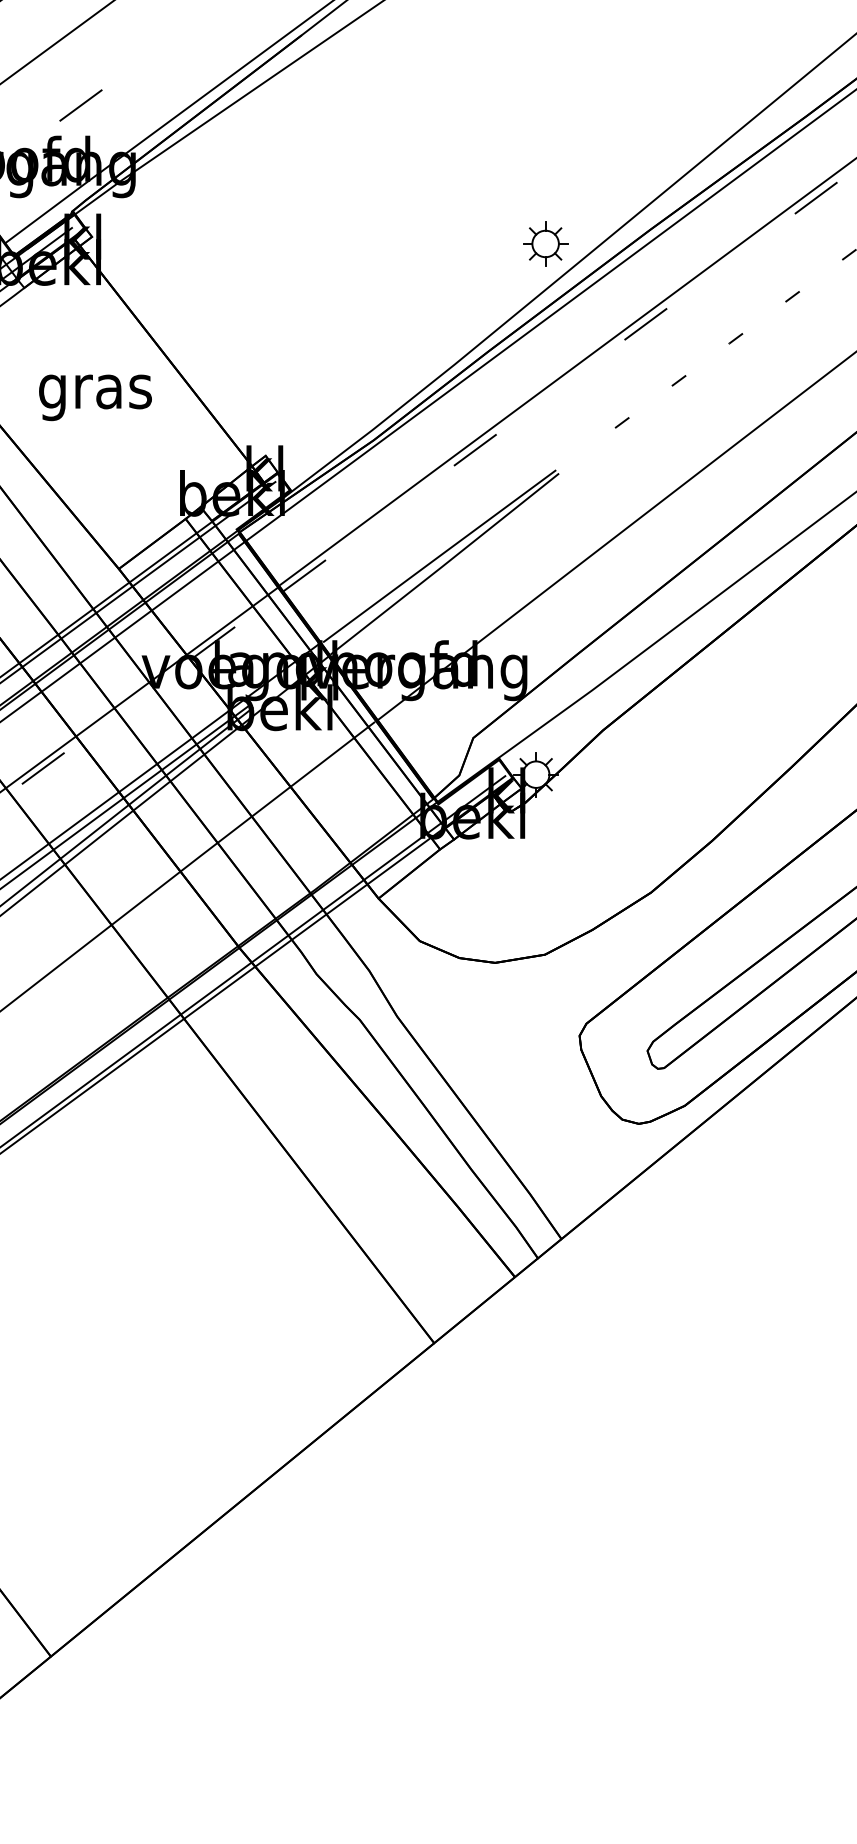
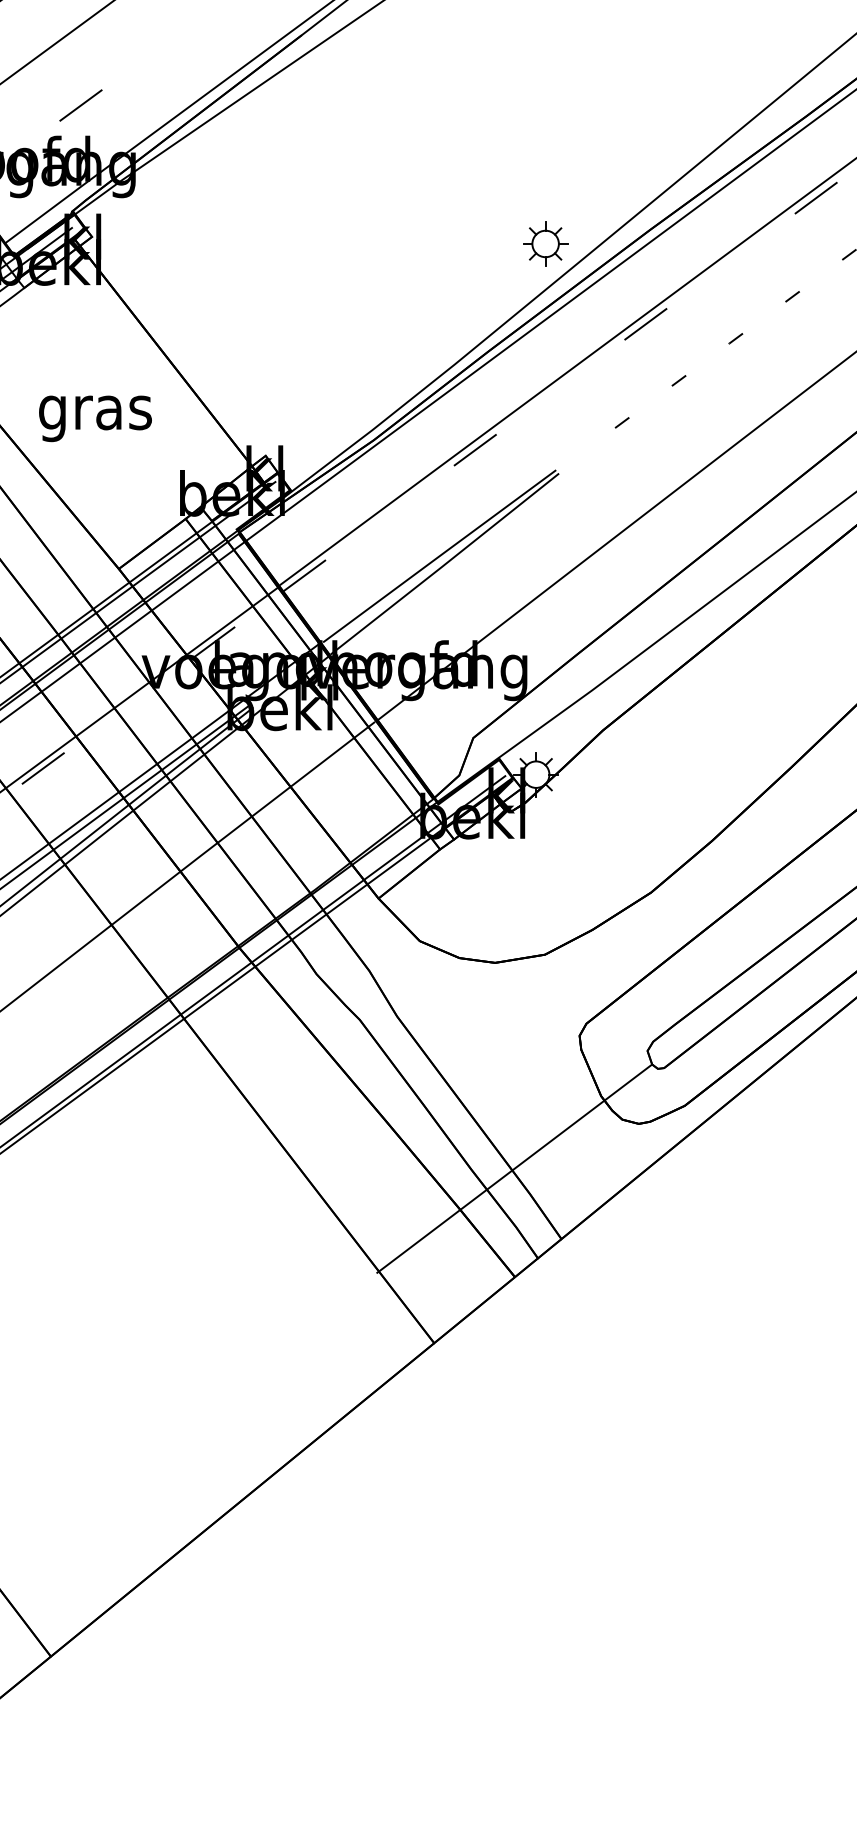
text at (95, 397) position: (95, 397) -> (95, 418)
line at (514, 1168): none -> present
